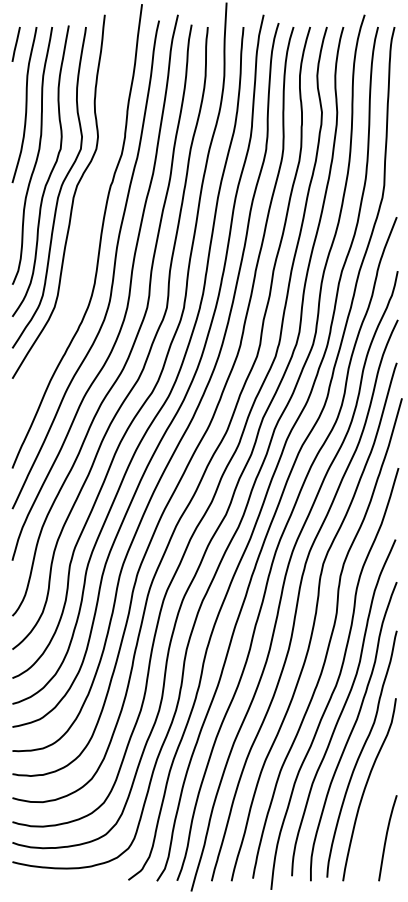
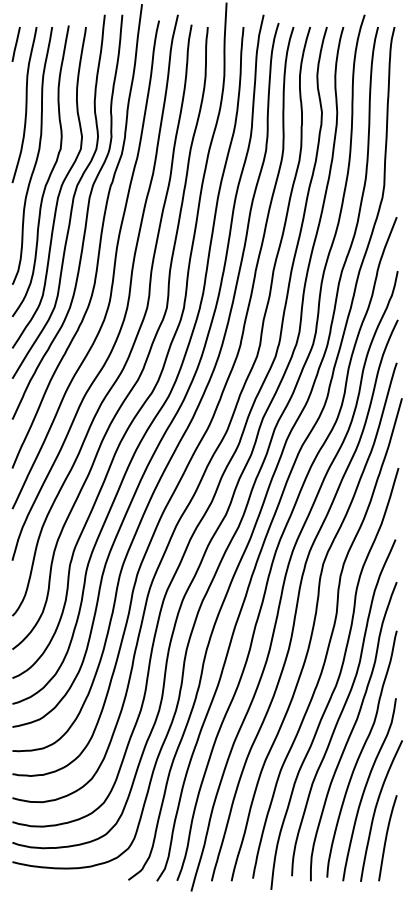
curve at (85, 218): none -> present
curve at (376, 809): none -> present
